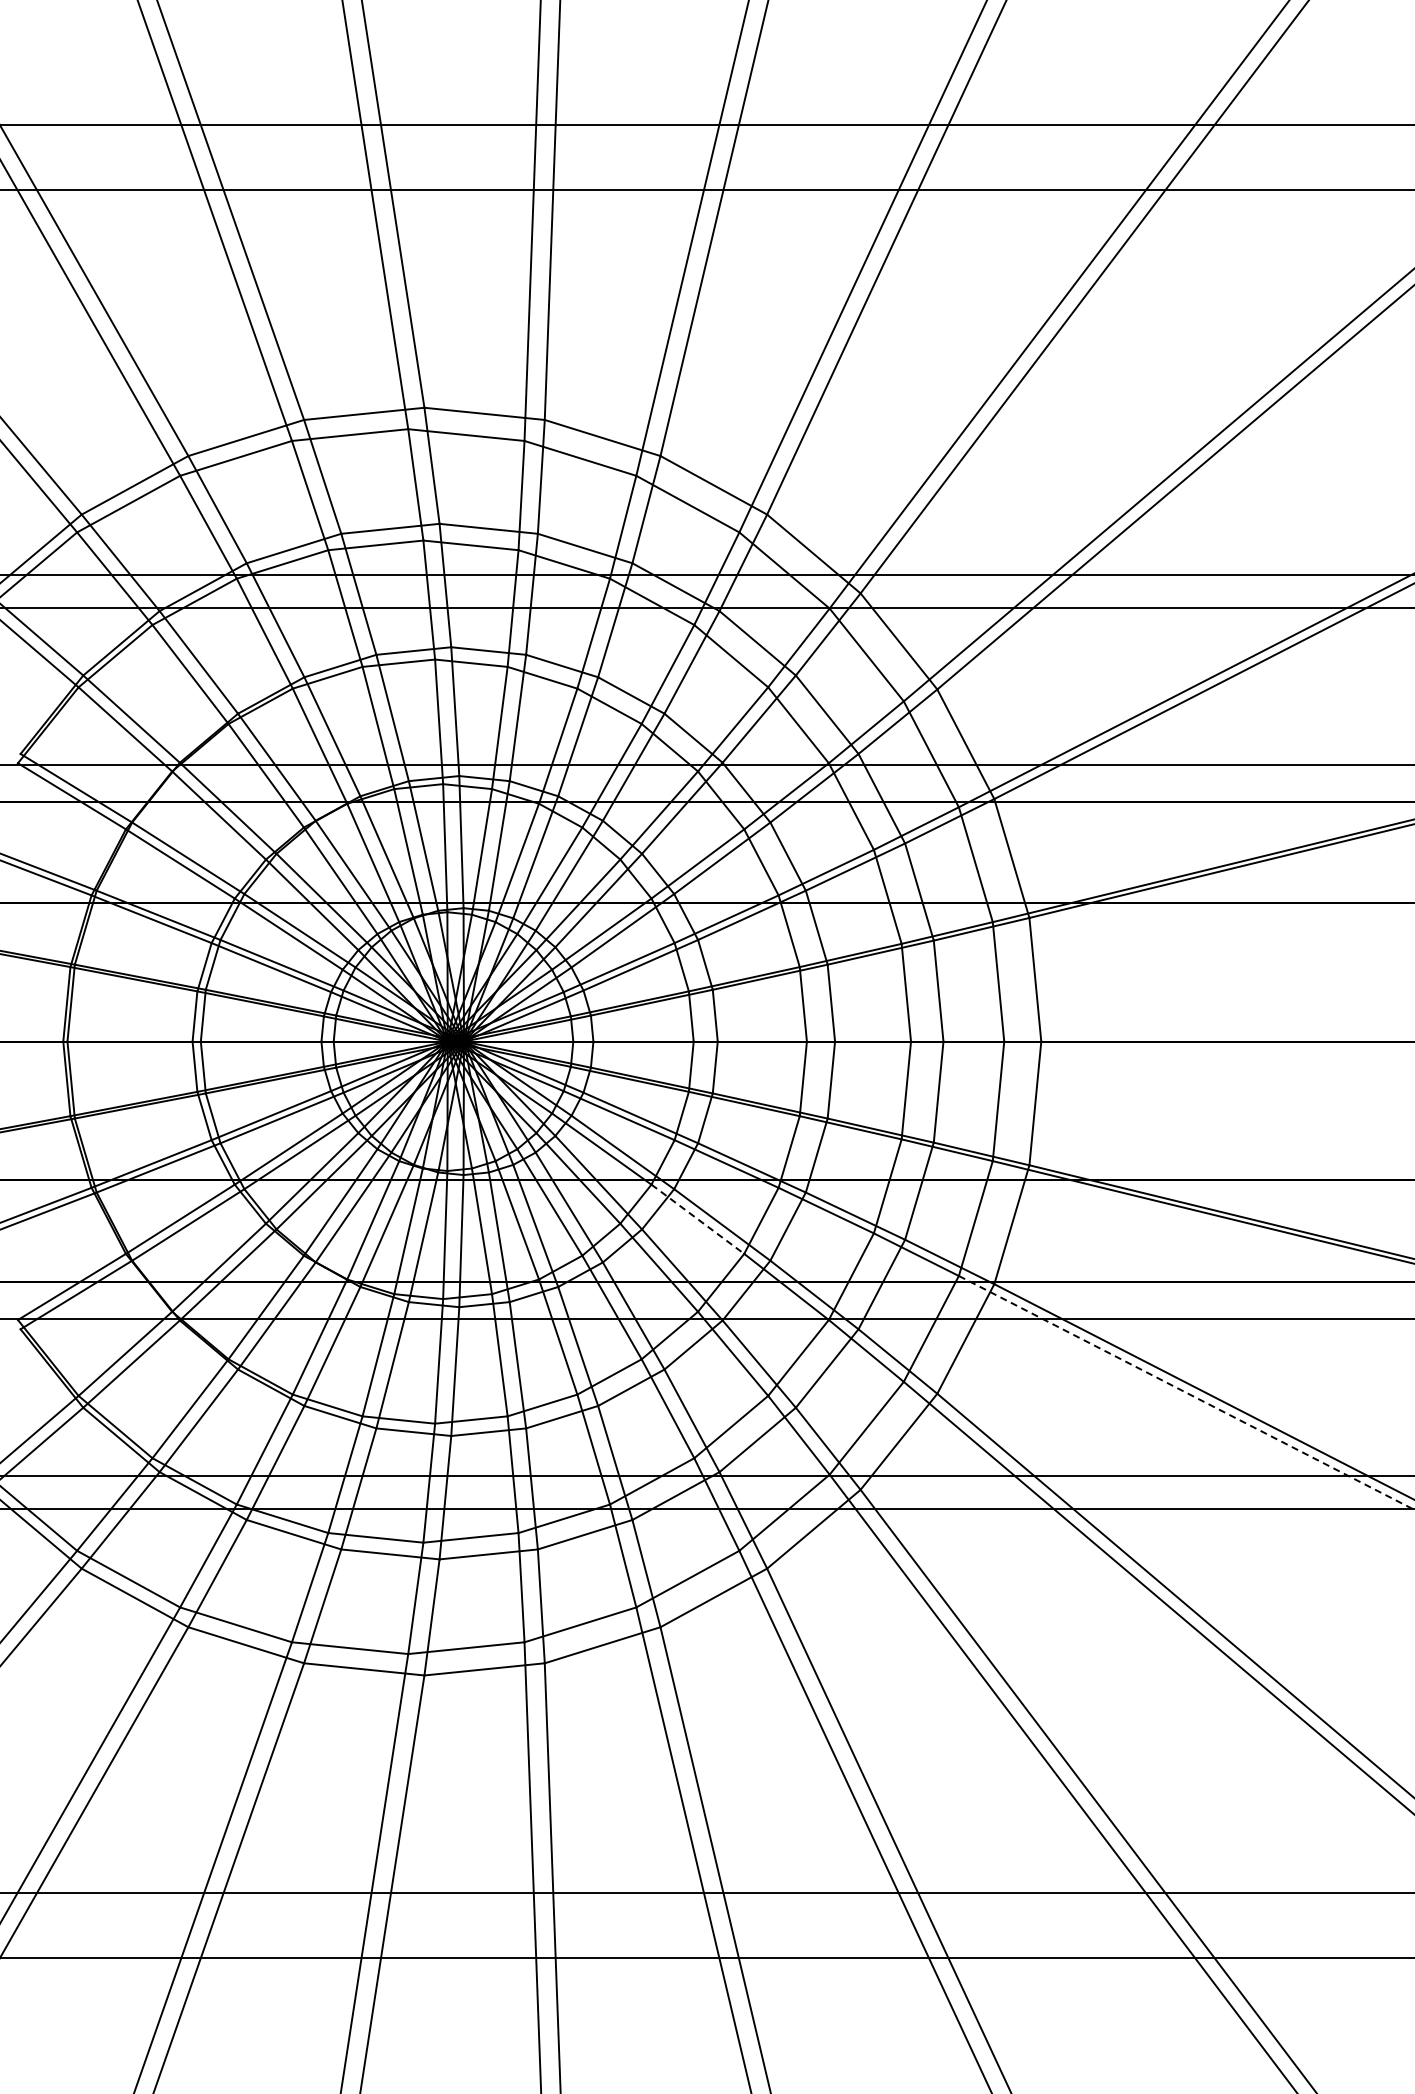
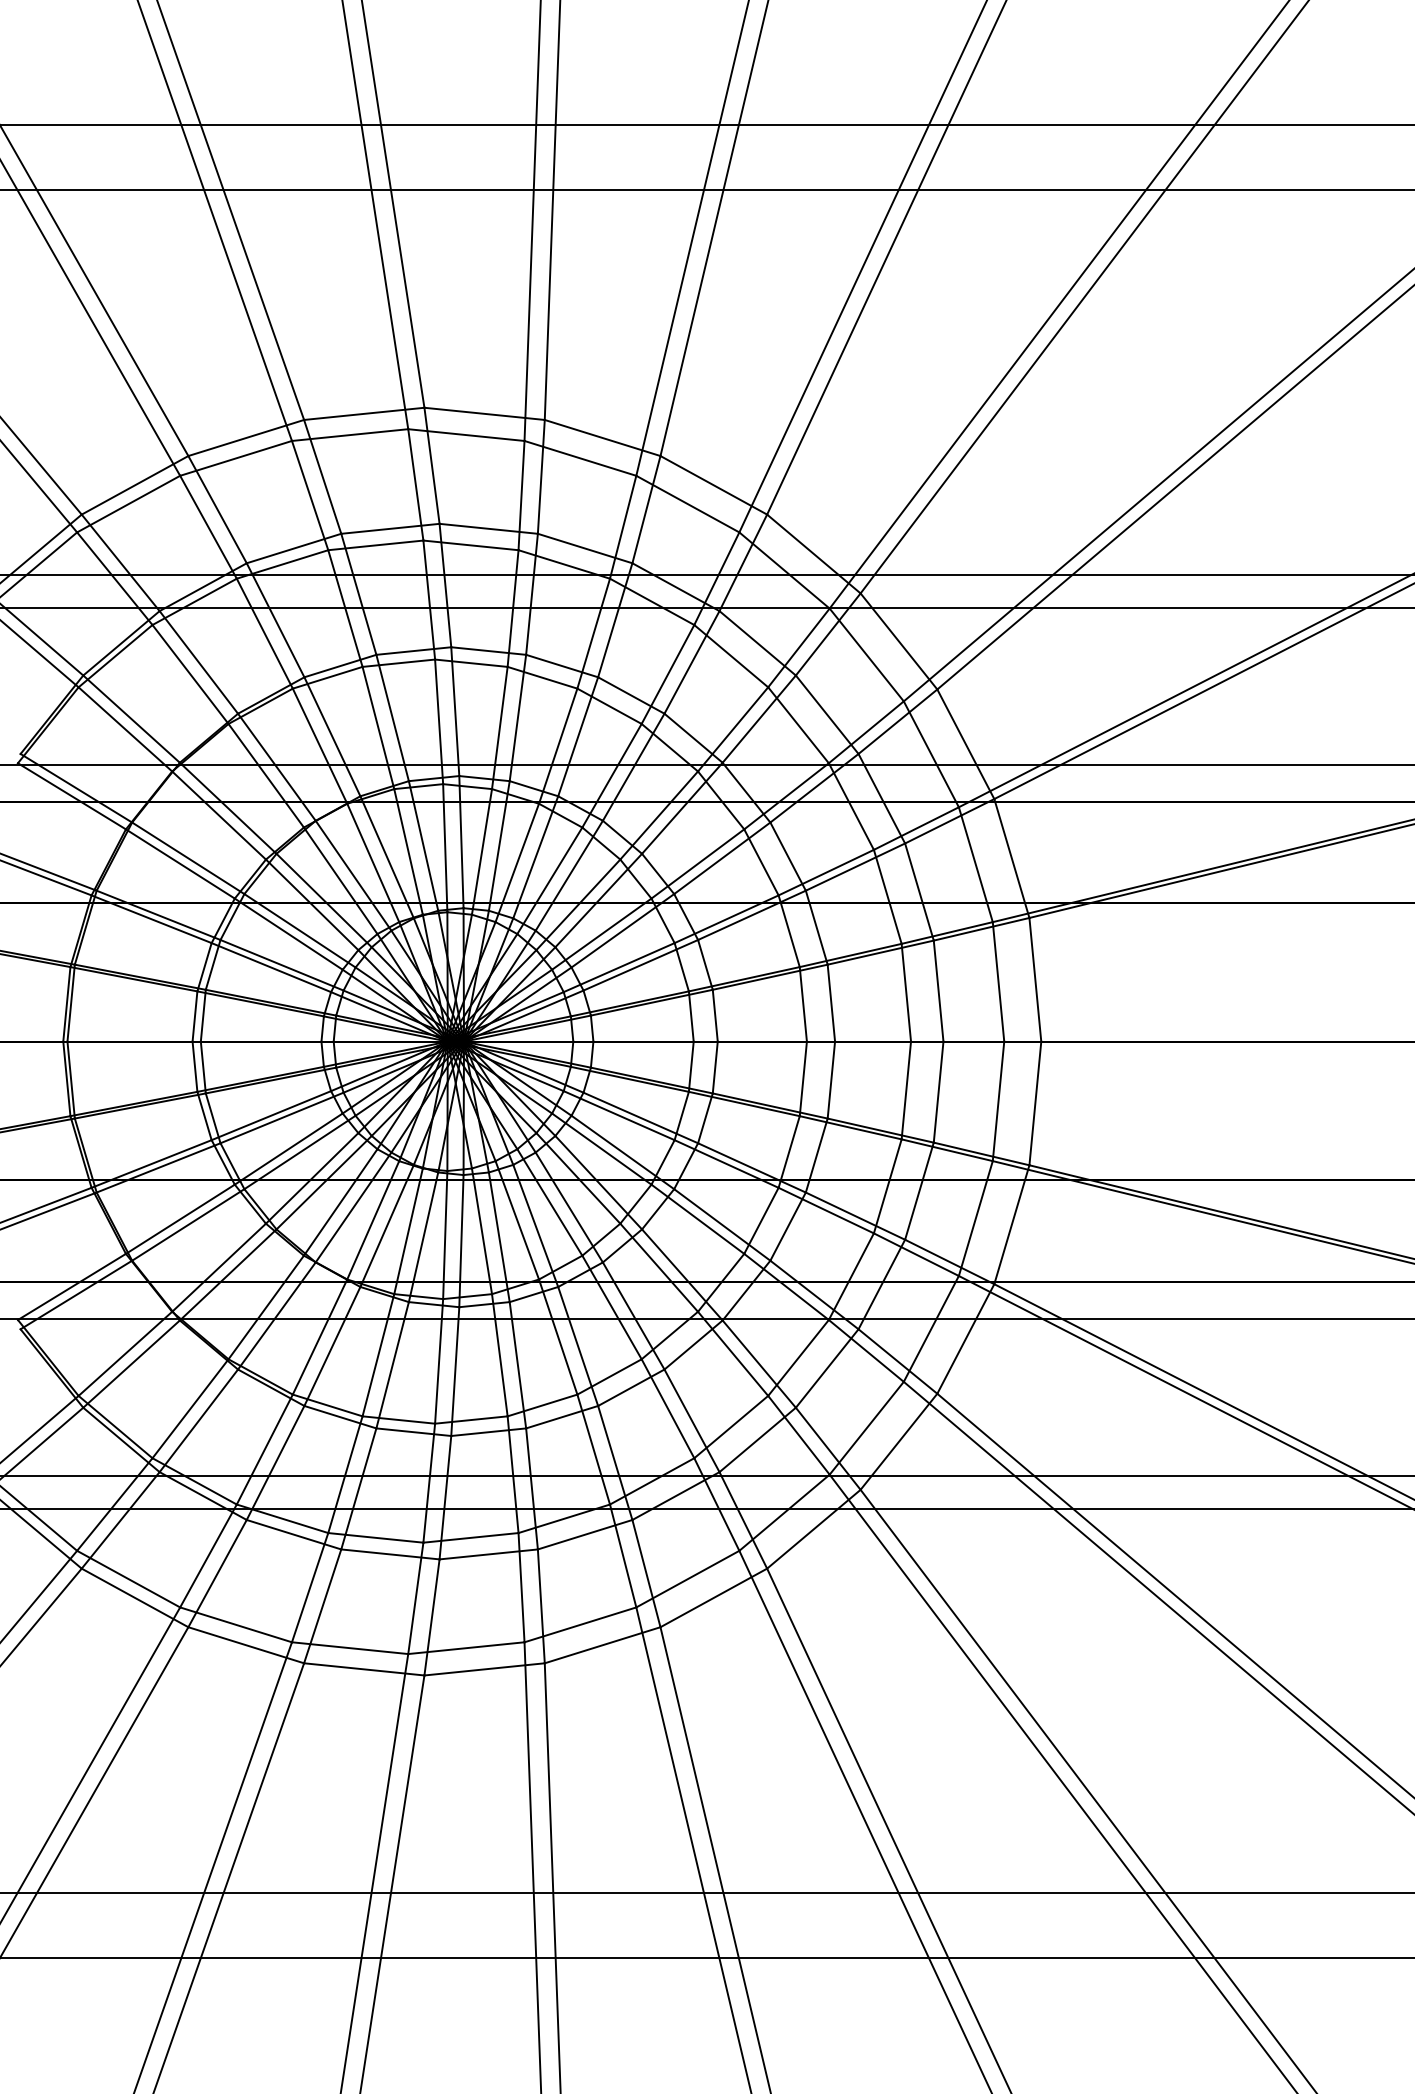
line at (697, 1219): dashed -> solid
line at (1186, 1392): dashed -> solid
